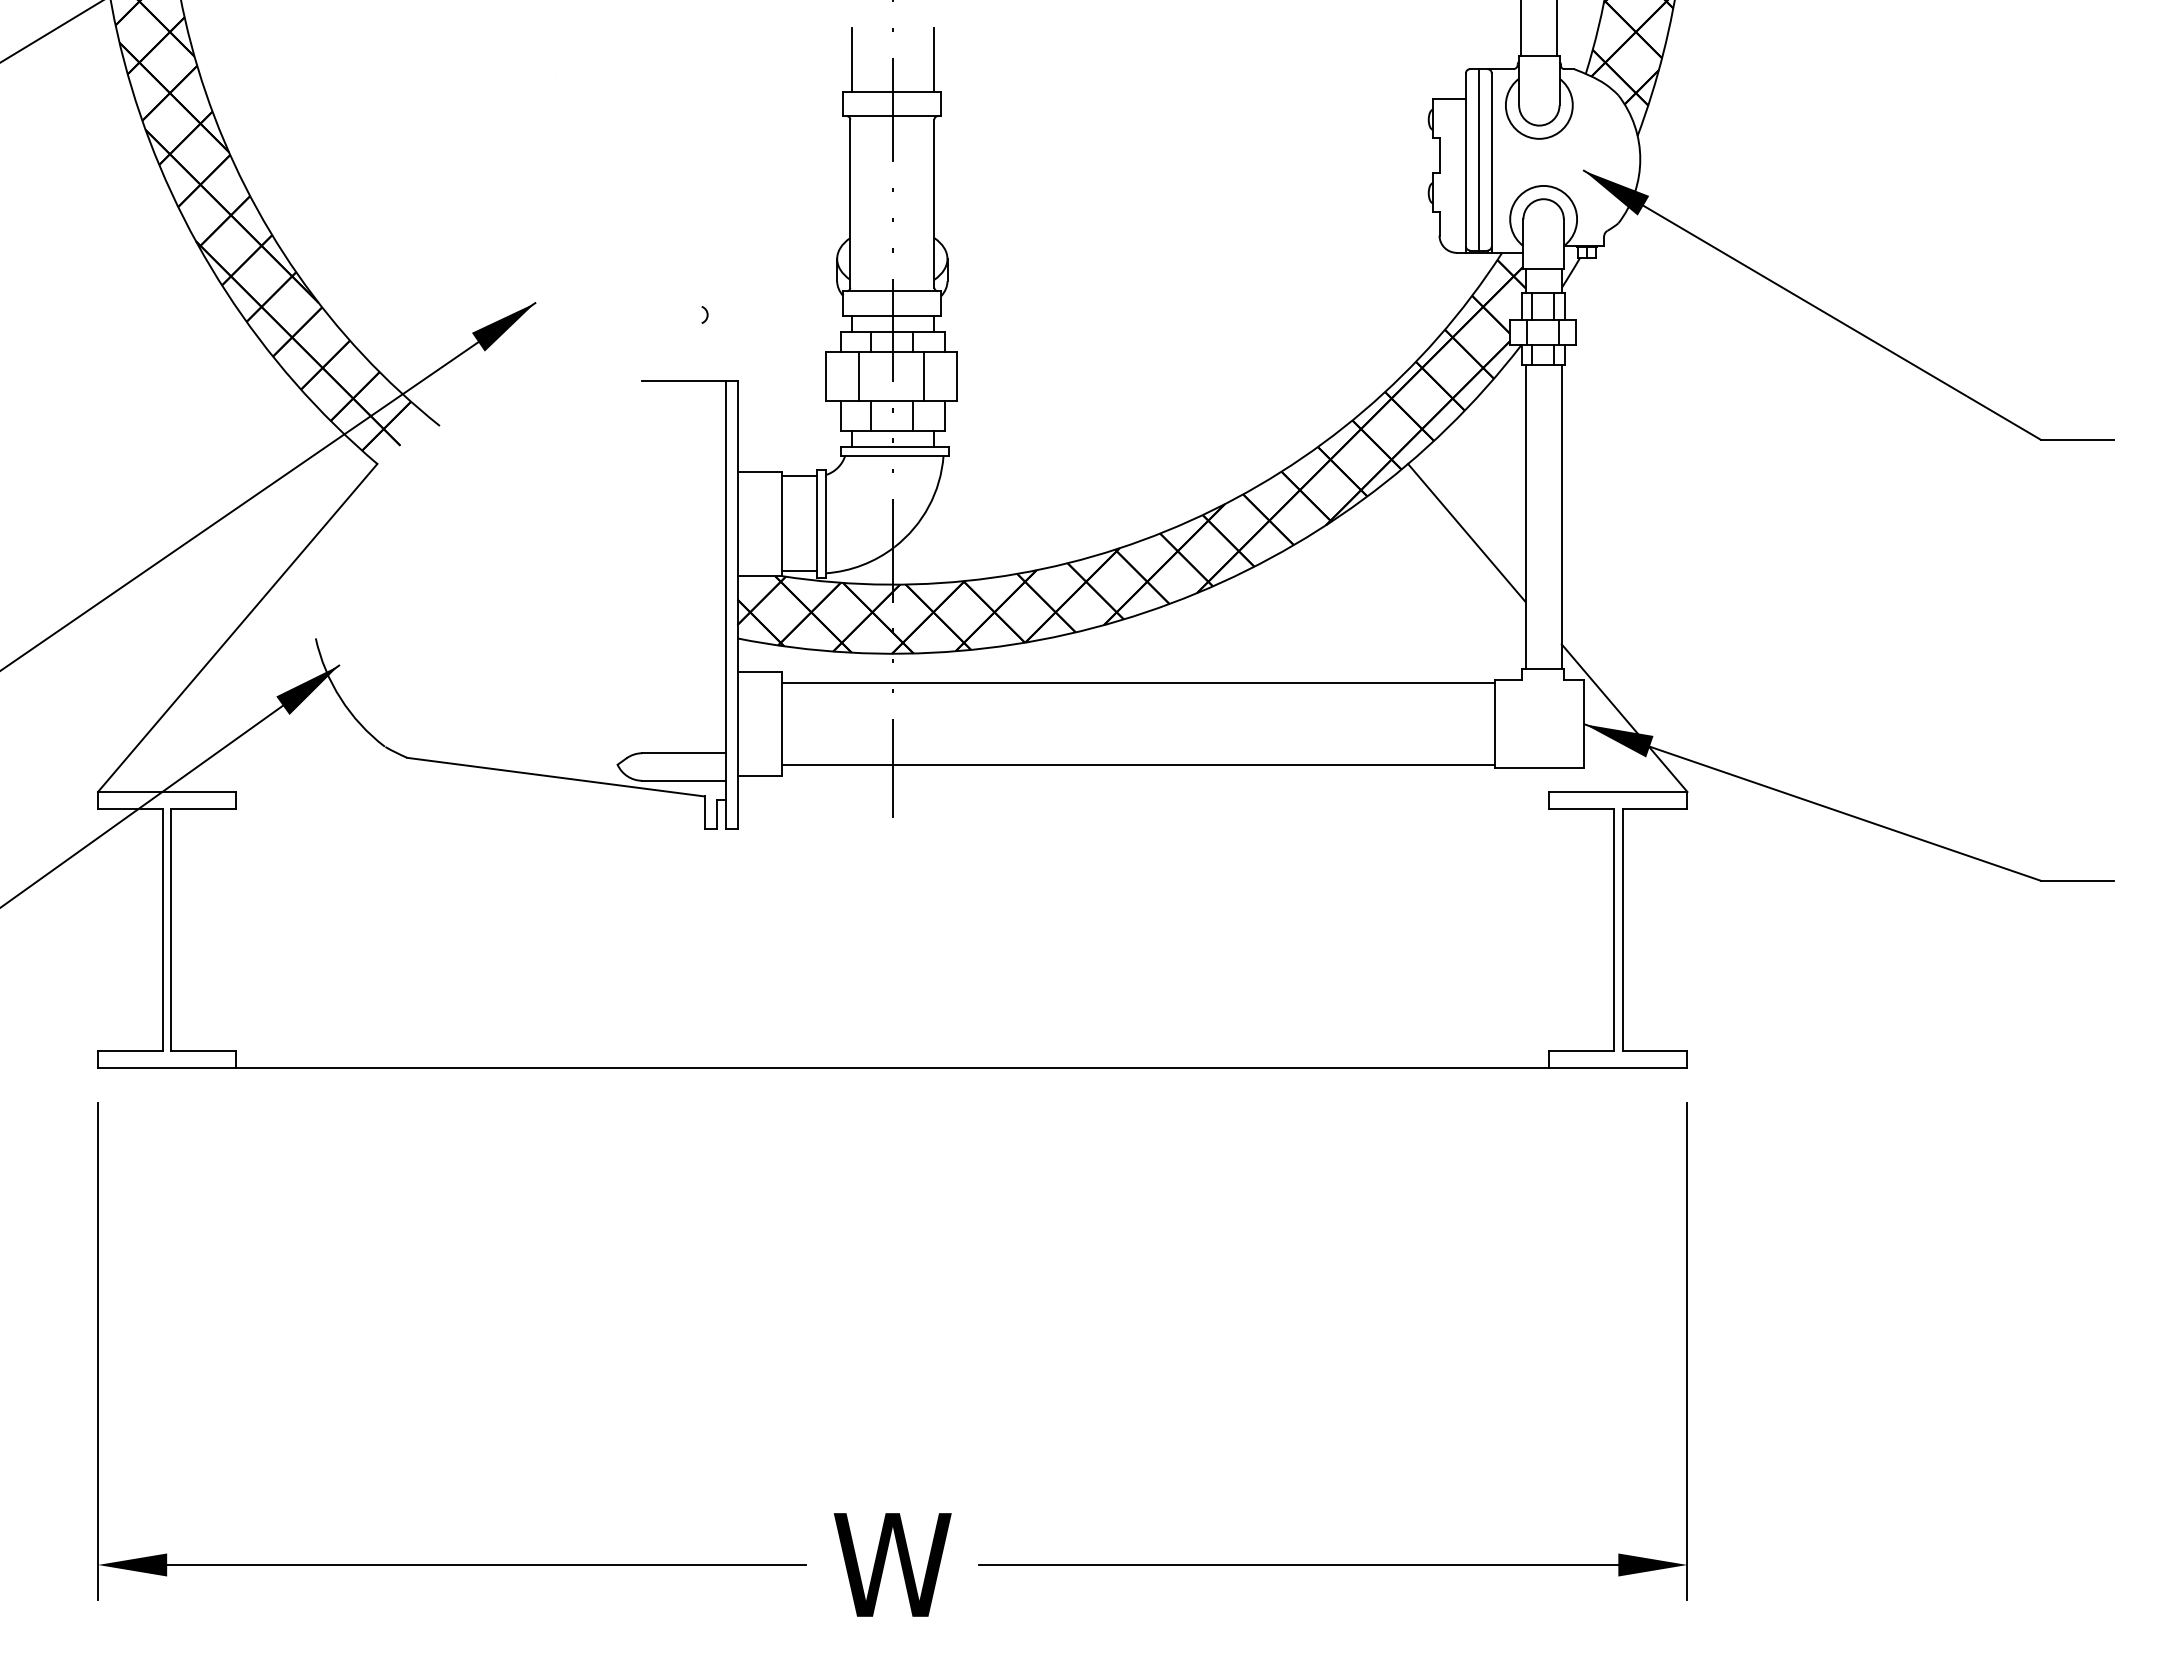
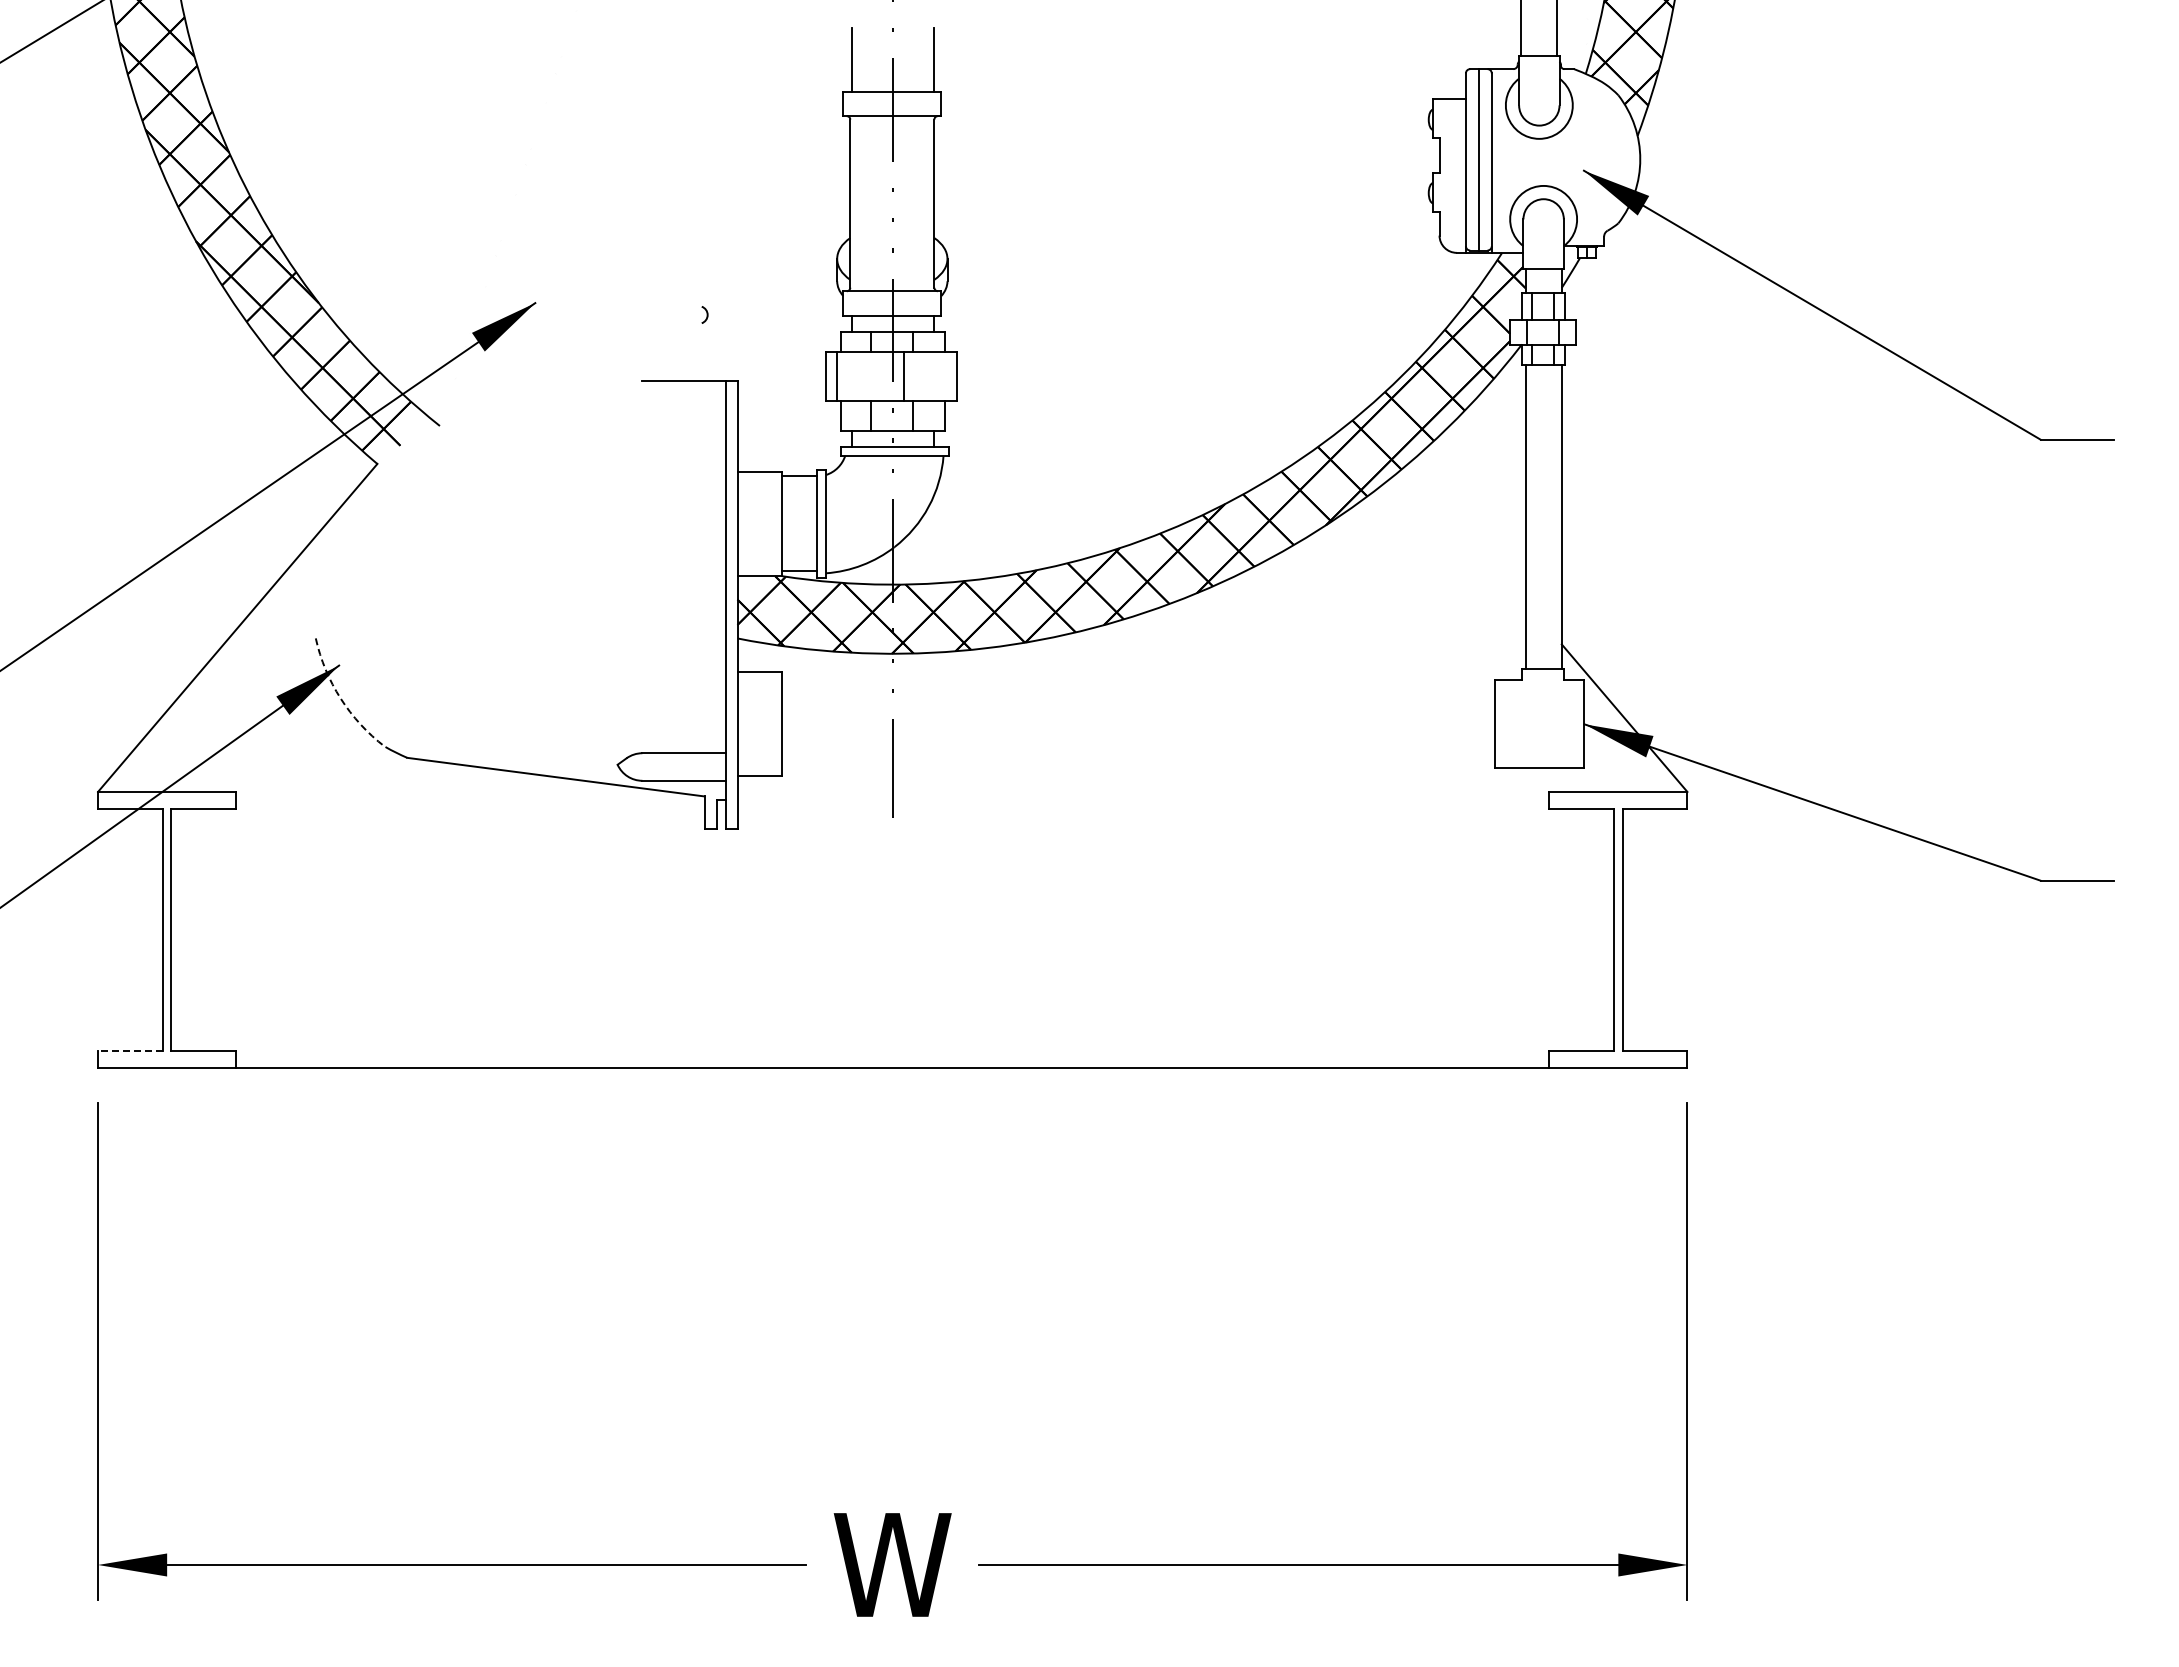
line at (859, 376) position: (859, 376) -> (837, 376)
line at (924, 376) position: (924, 376) -> (904, 376)
line at (1466, 532): present -> none
line at (1138, 682): present -> none
arc at (340, 698): solid -> dashed
line at (1138, 764): present -> none
line at (129, 1051): solid -> dashed
